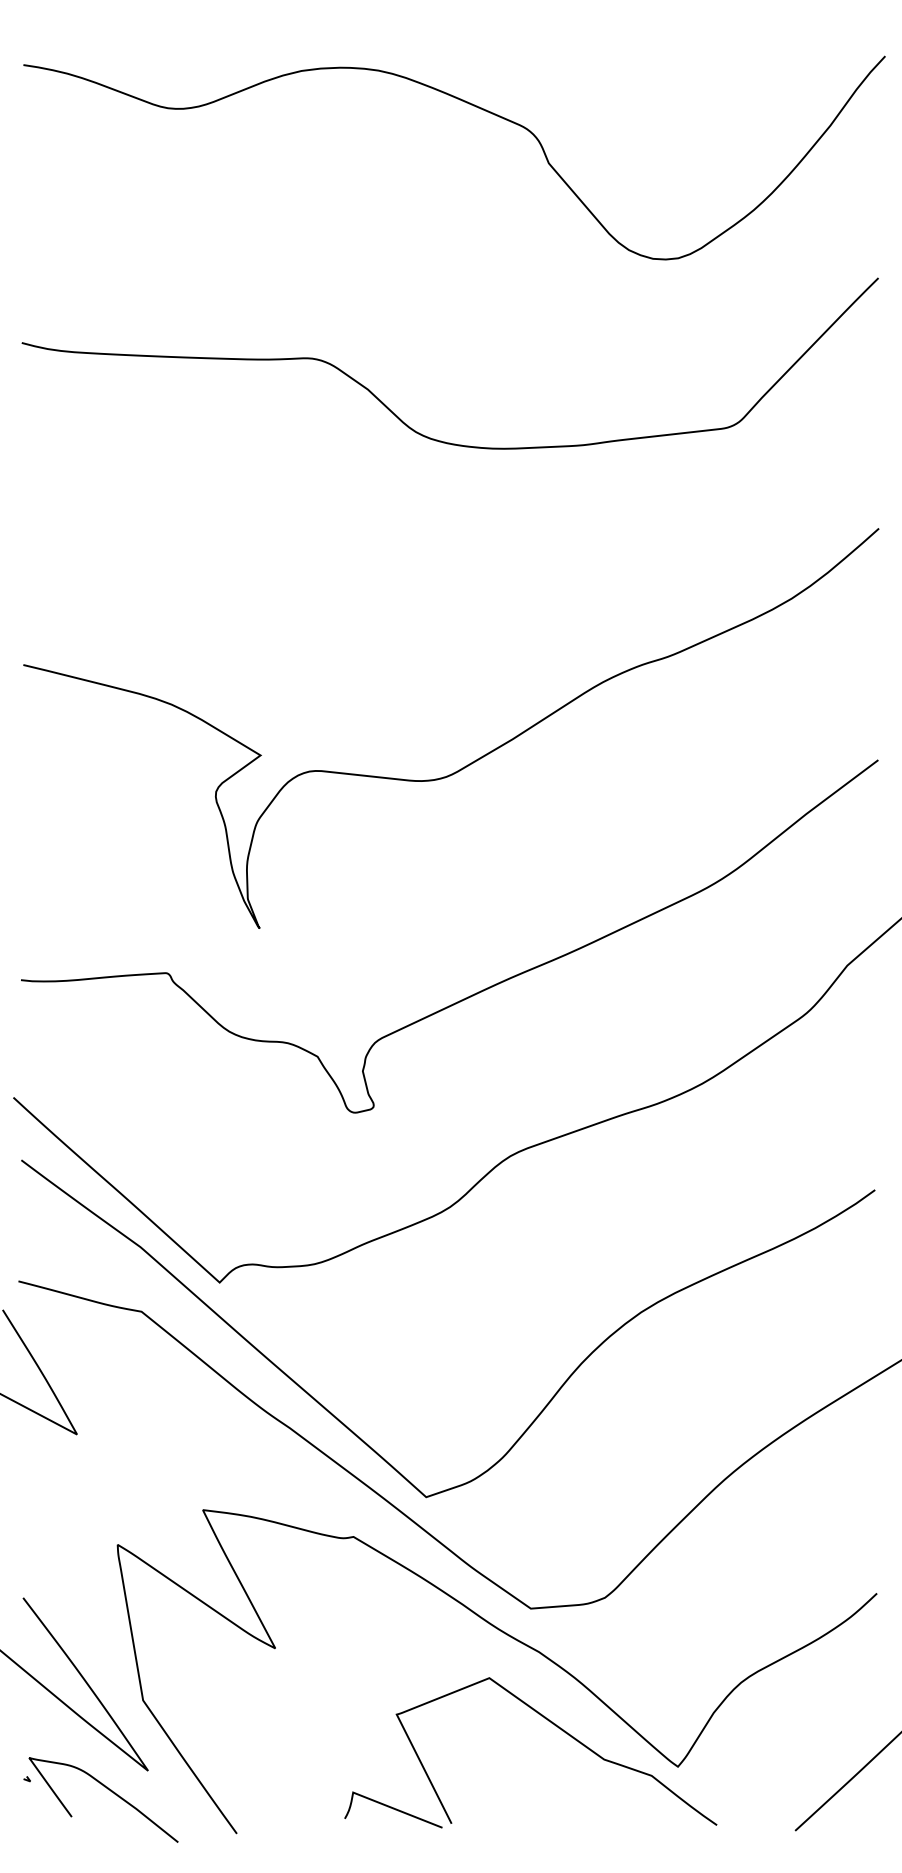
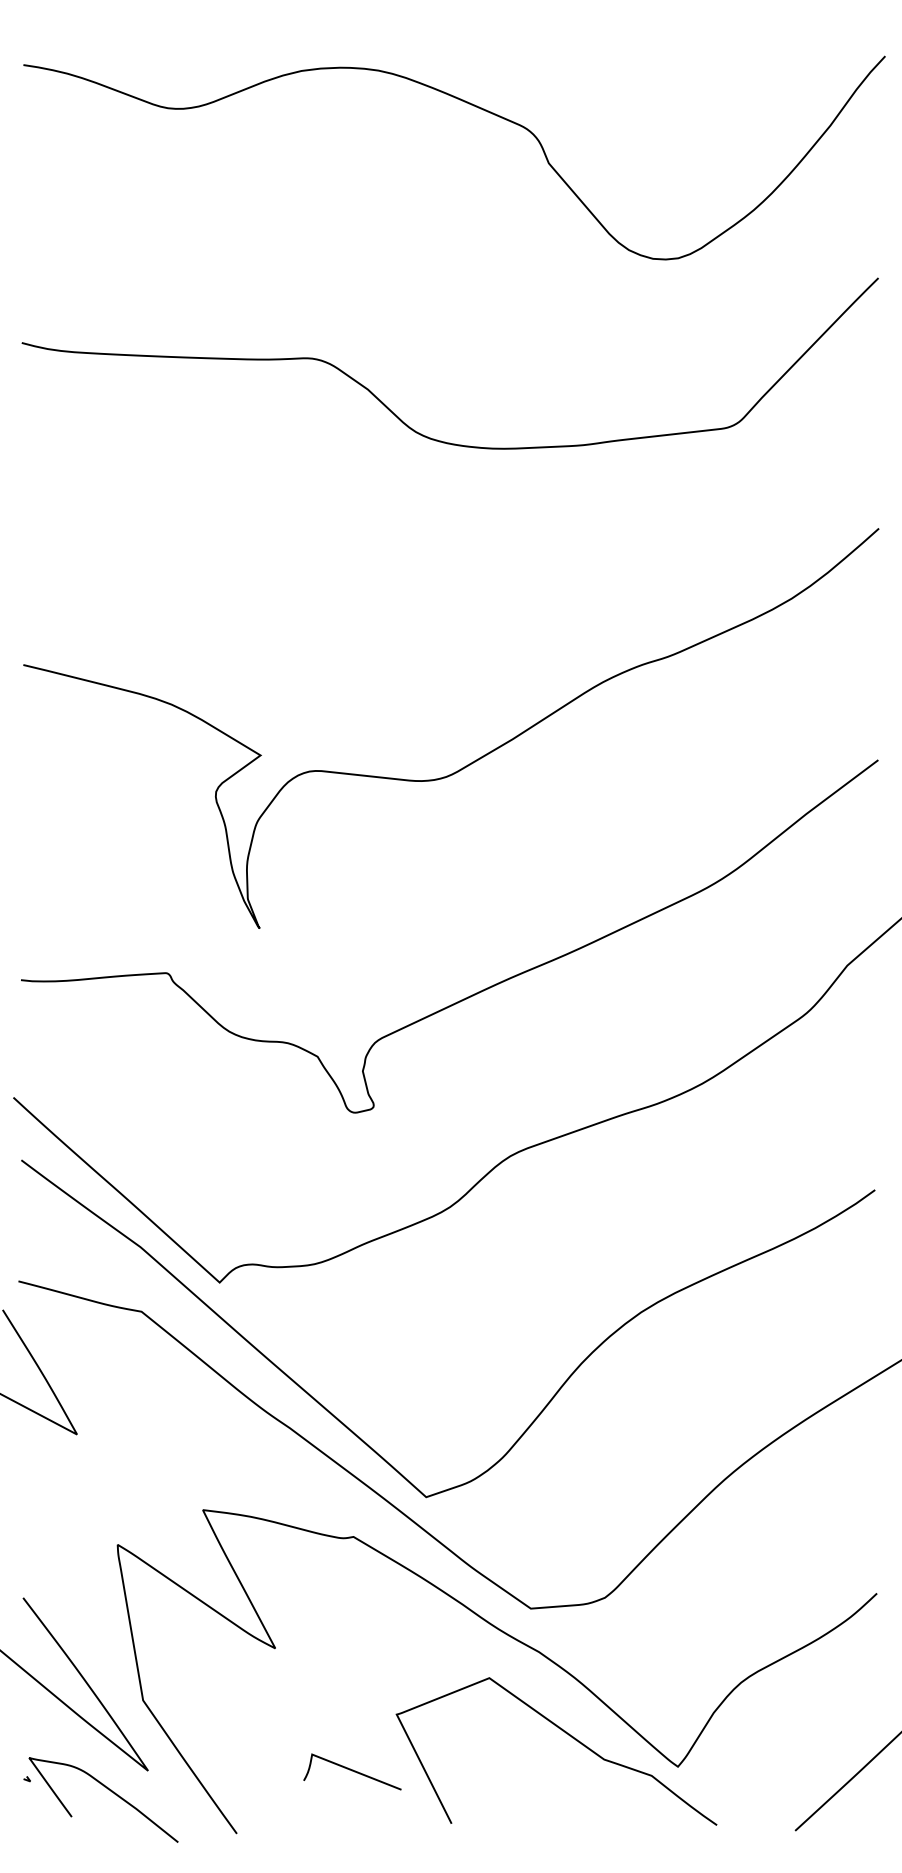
curve at (393, 1809) position: (393, 1809) -> (352, 1771)
